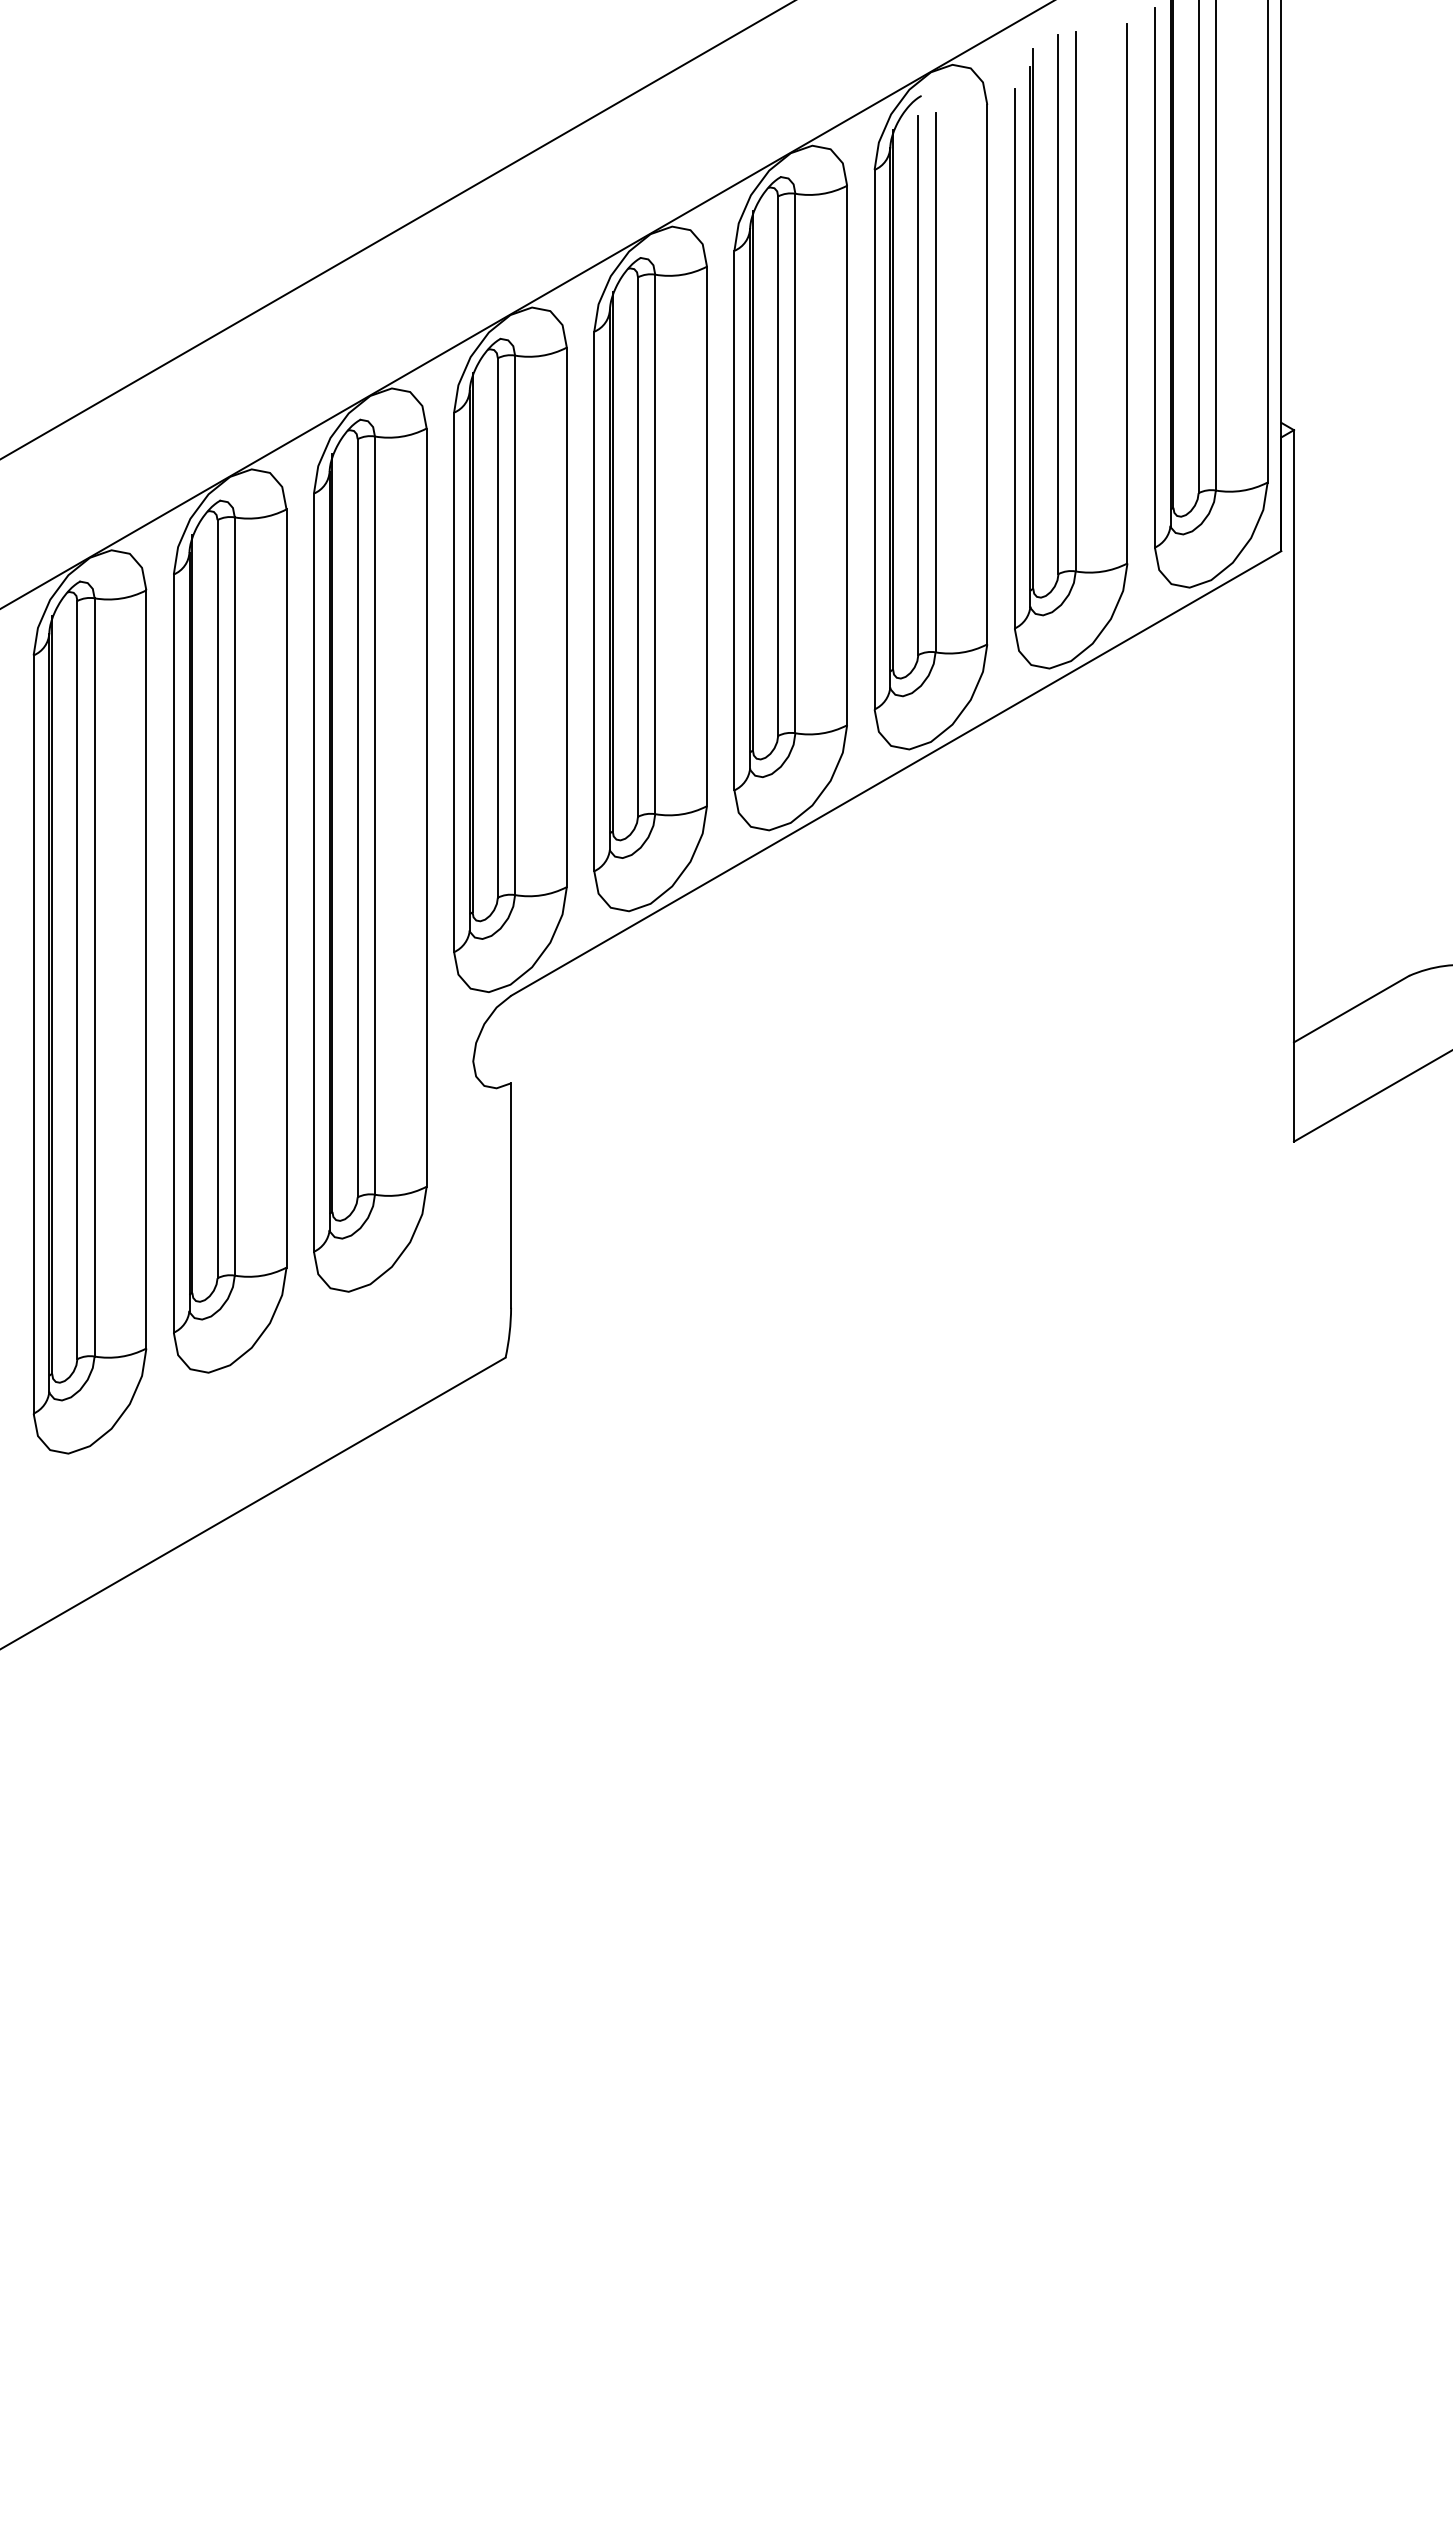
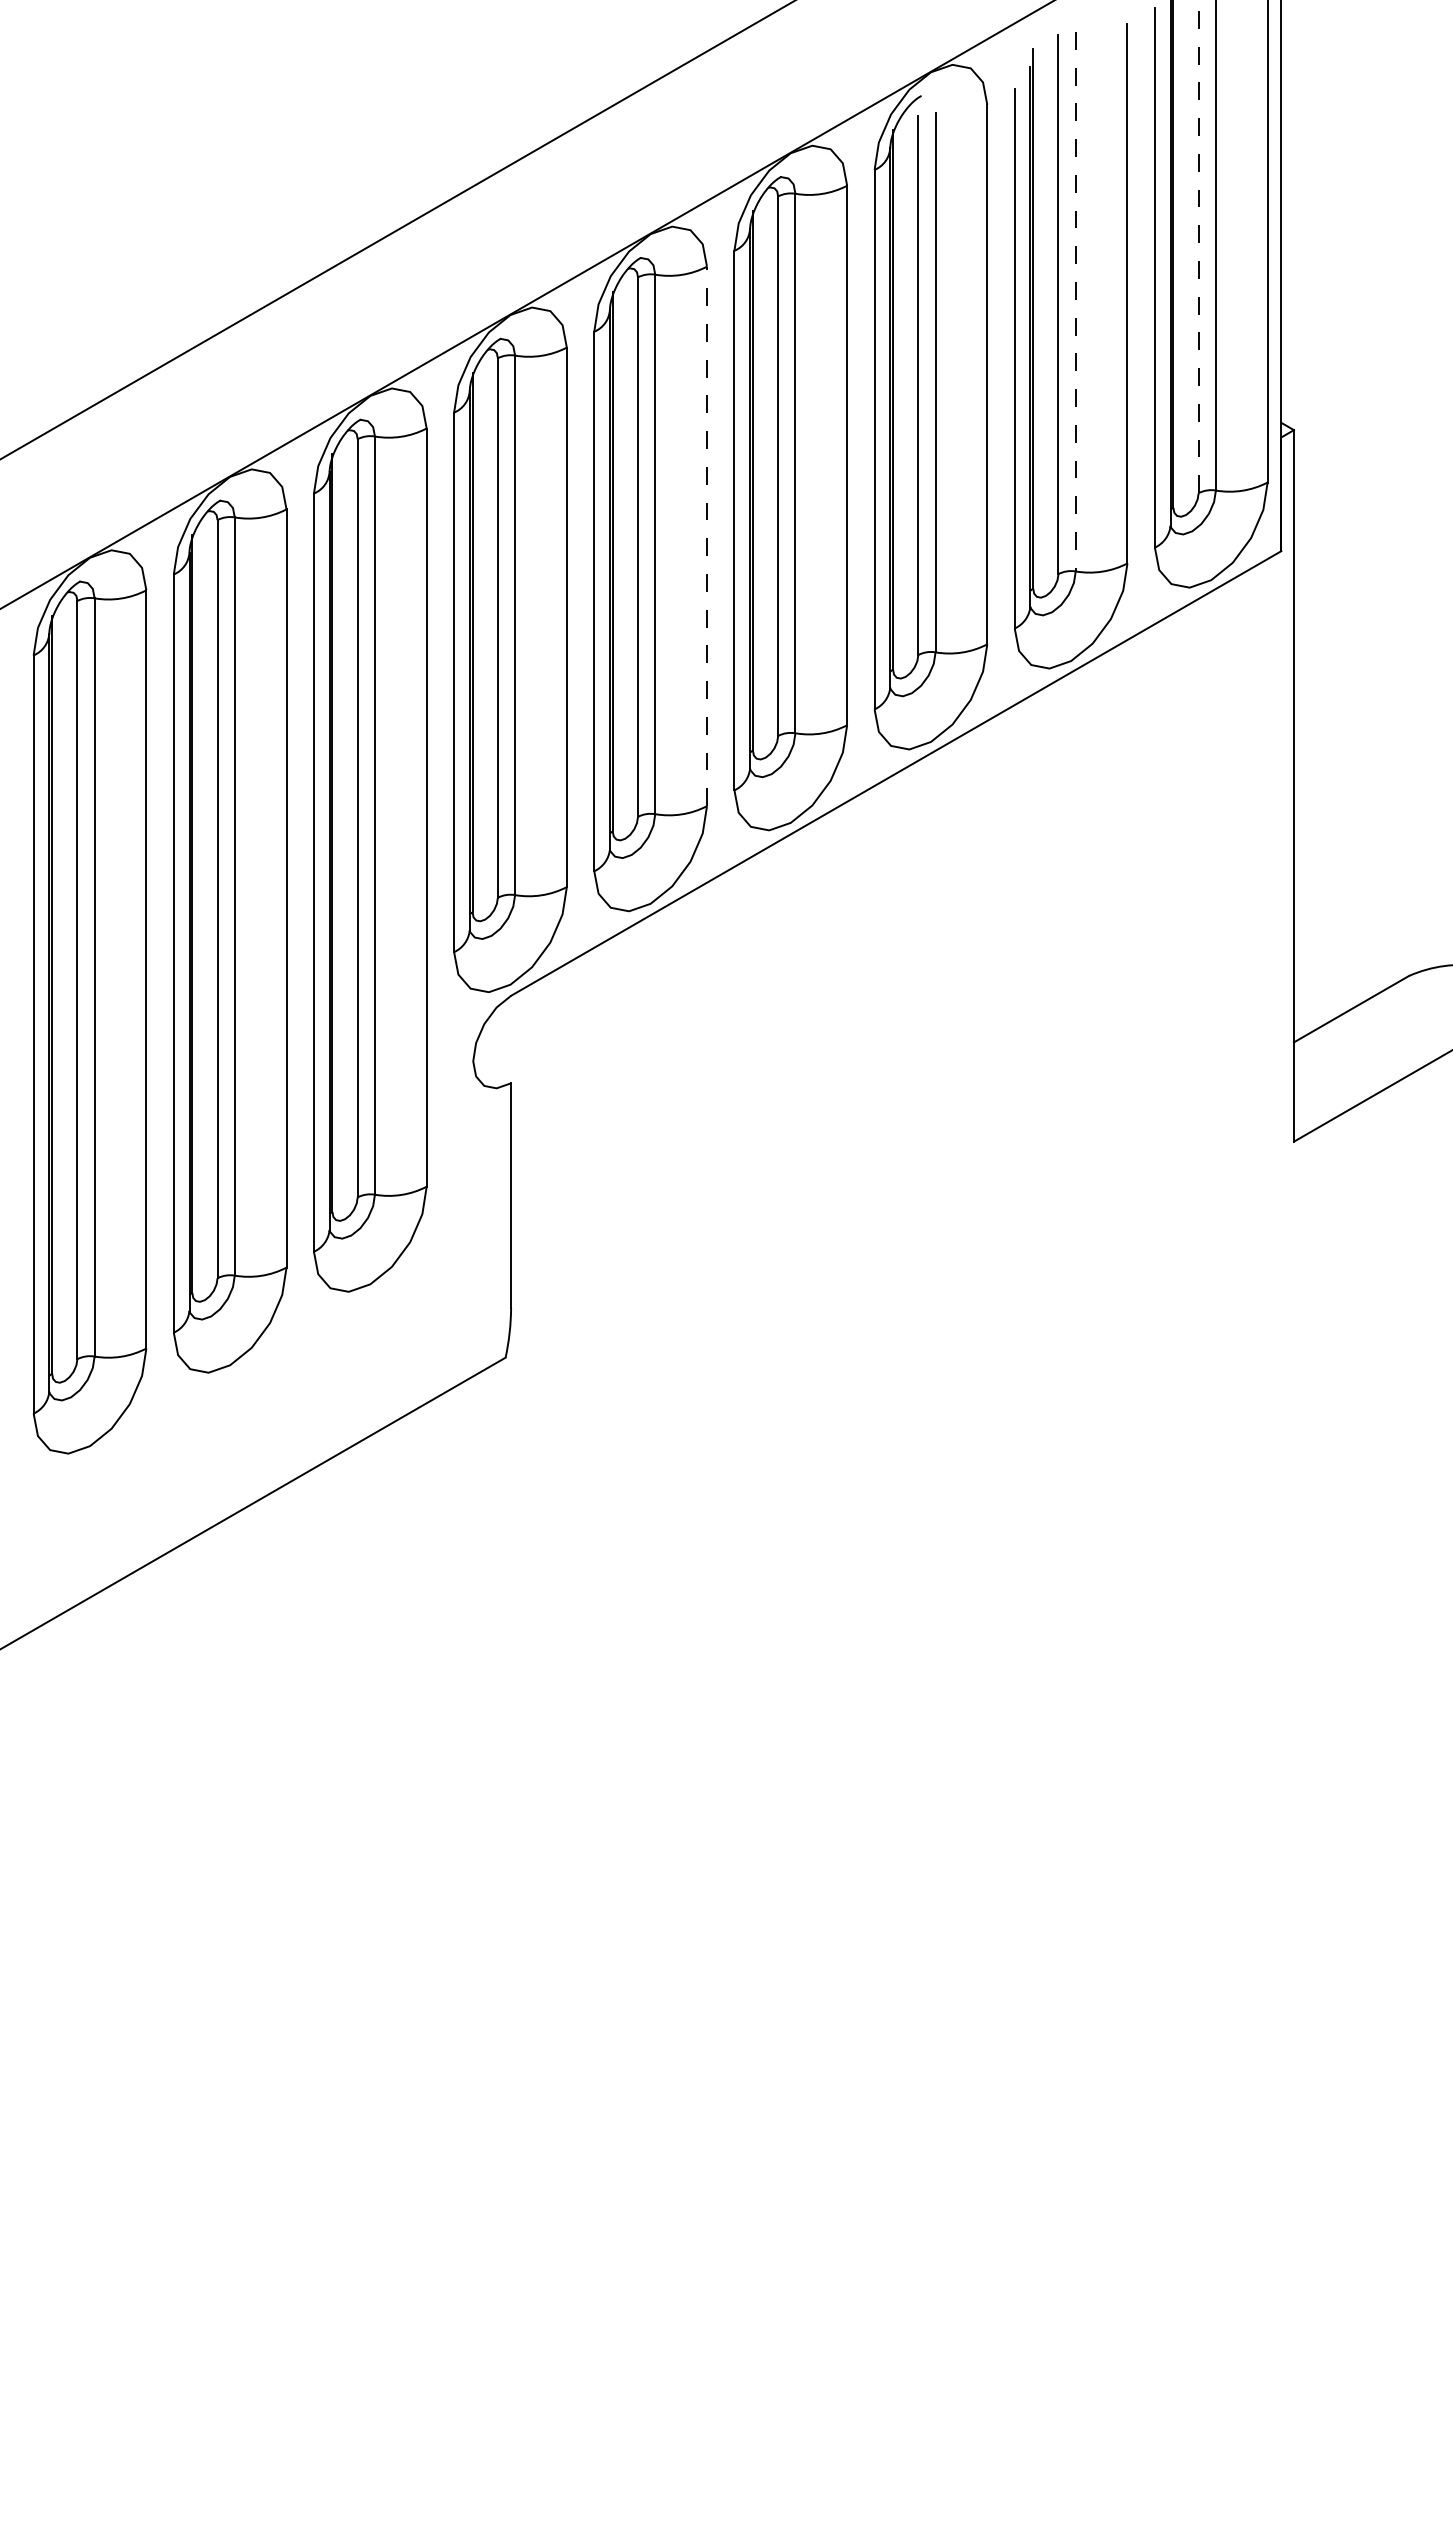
line at (1198, 246): solid -> dashed
line at (1075, 301): solid -> dashed
line at (707, 536): solid -> dashed
